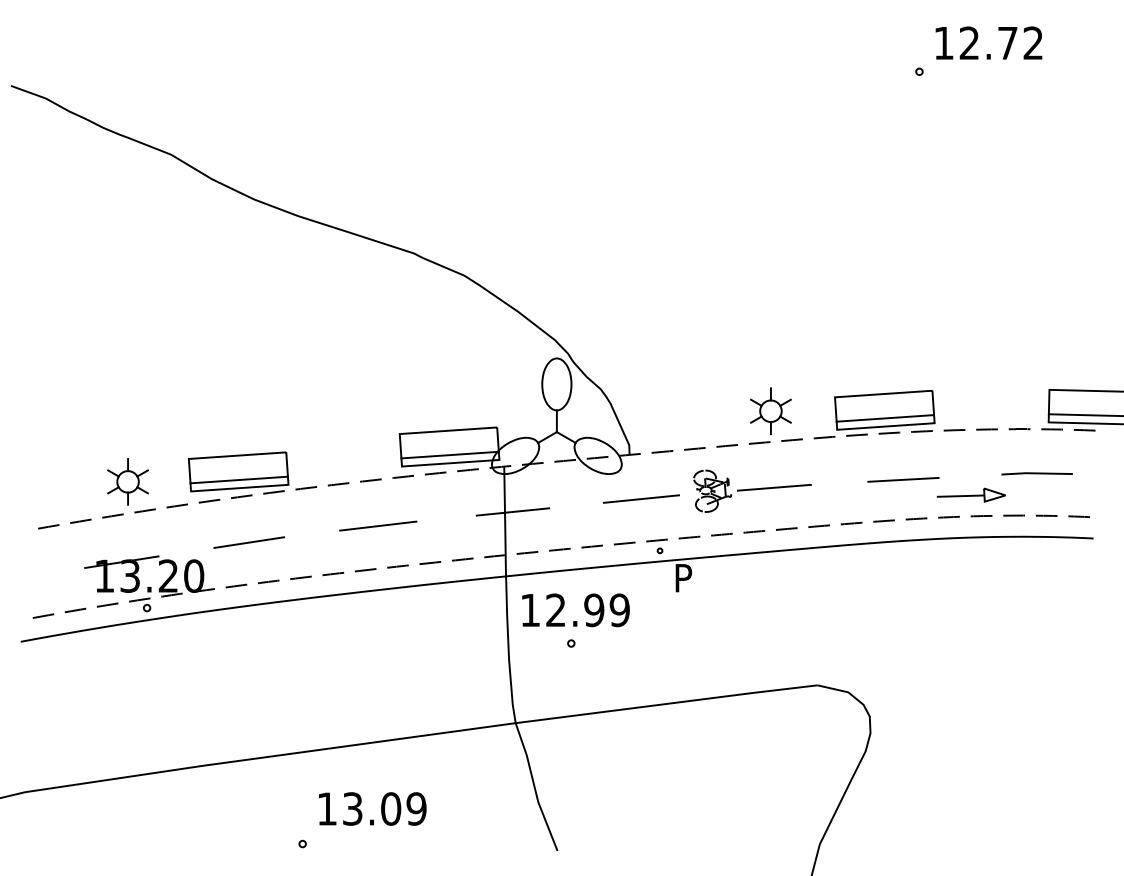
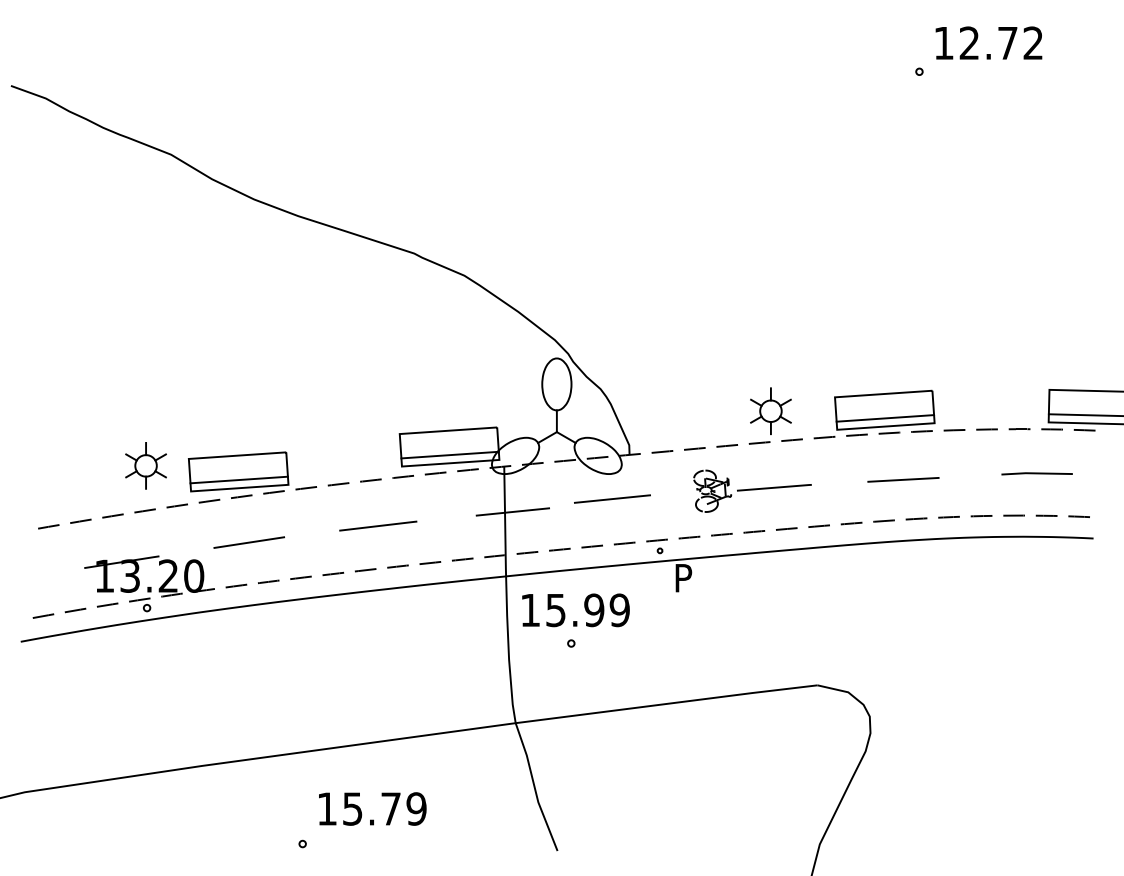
part at (127, 481) position: (127, 481) -> (145, 465)
part at (970, 494): present -> none
line at (641, 498) position: (641, 498) -> (612, 498)
text at (555, 610): 12.99 -> 15.99
text at (372, 808): 13.09 -> 15.79
